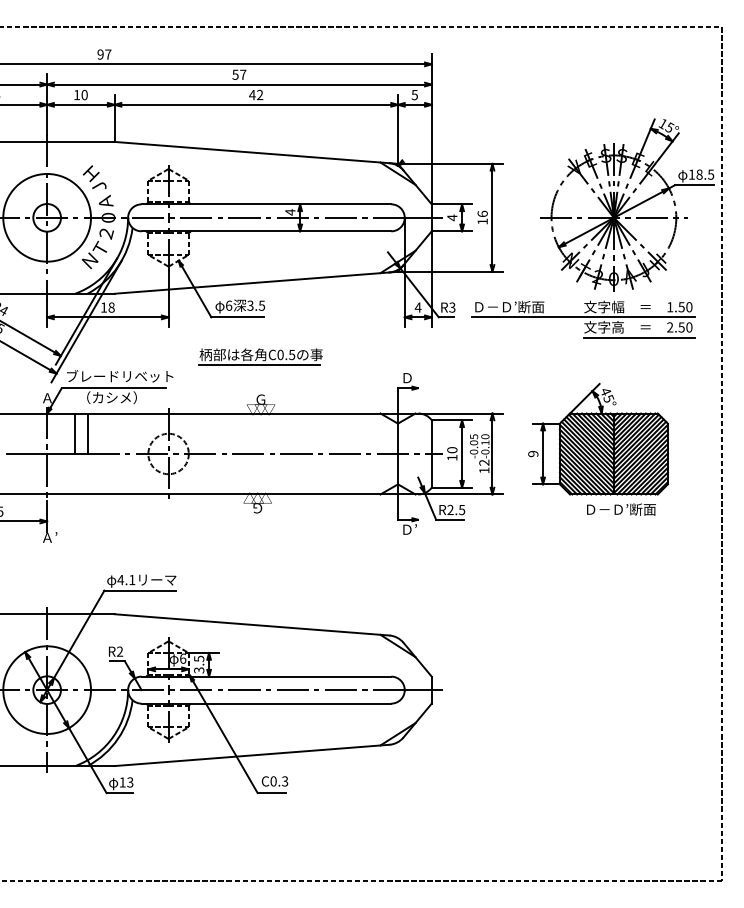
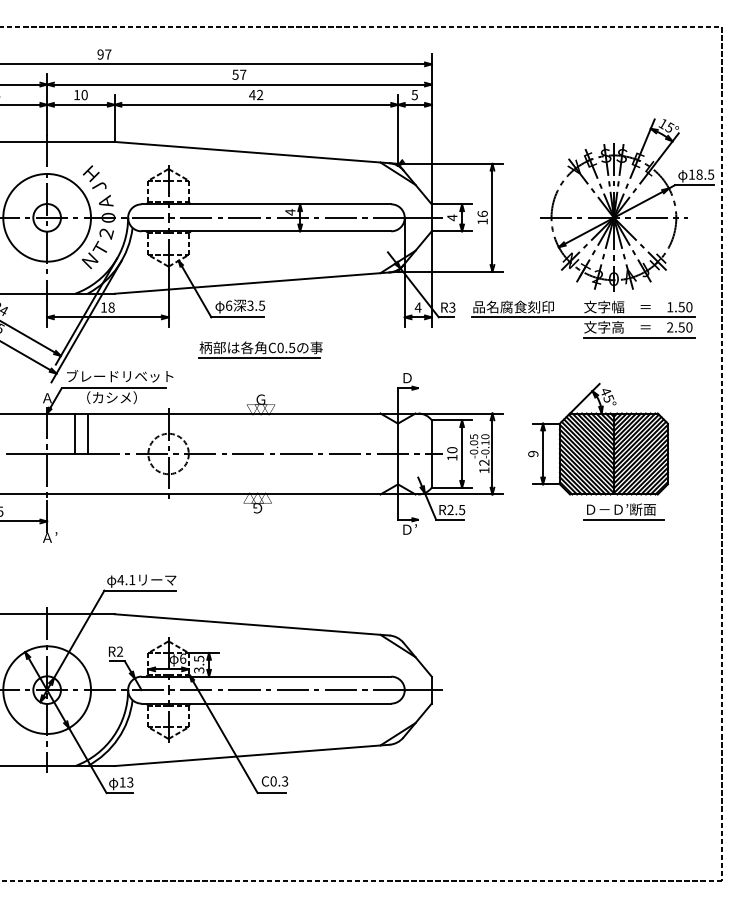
text at (513, 306): Ｄ－Ｄ’断面 -> 品名腐食刻印
part at (260, 356) position: (260, 356) -> (260, 349)
line at (623, 519): none -> present
